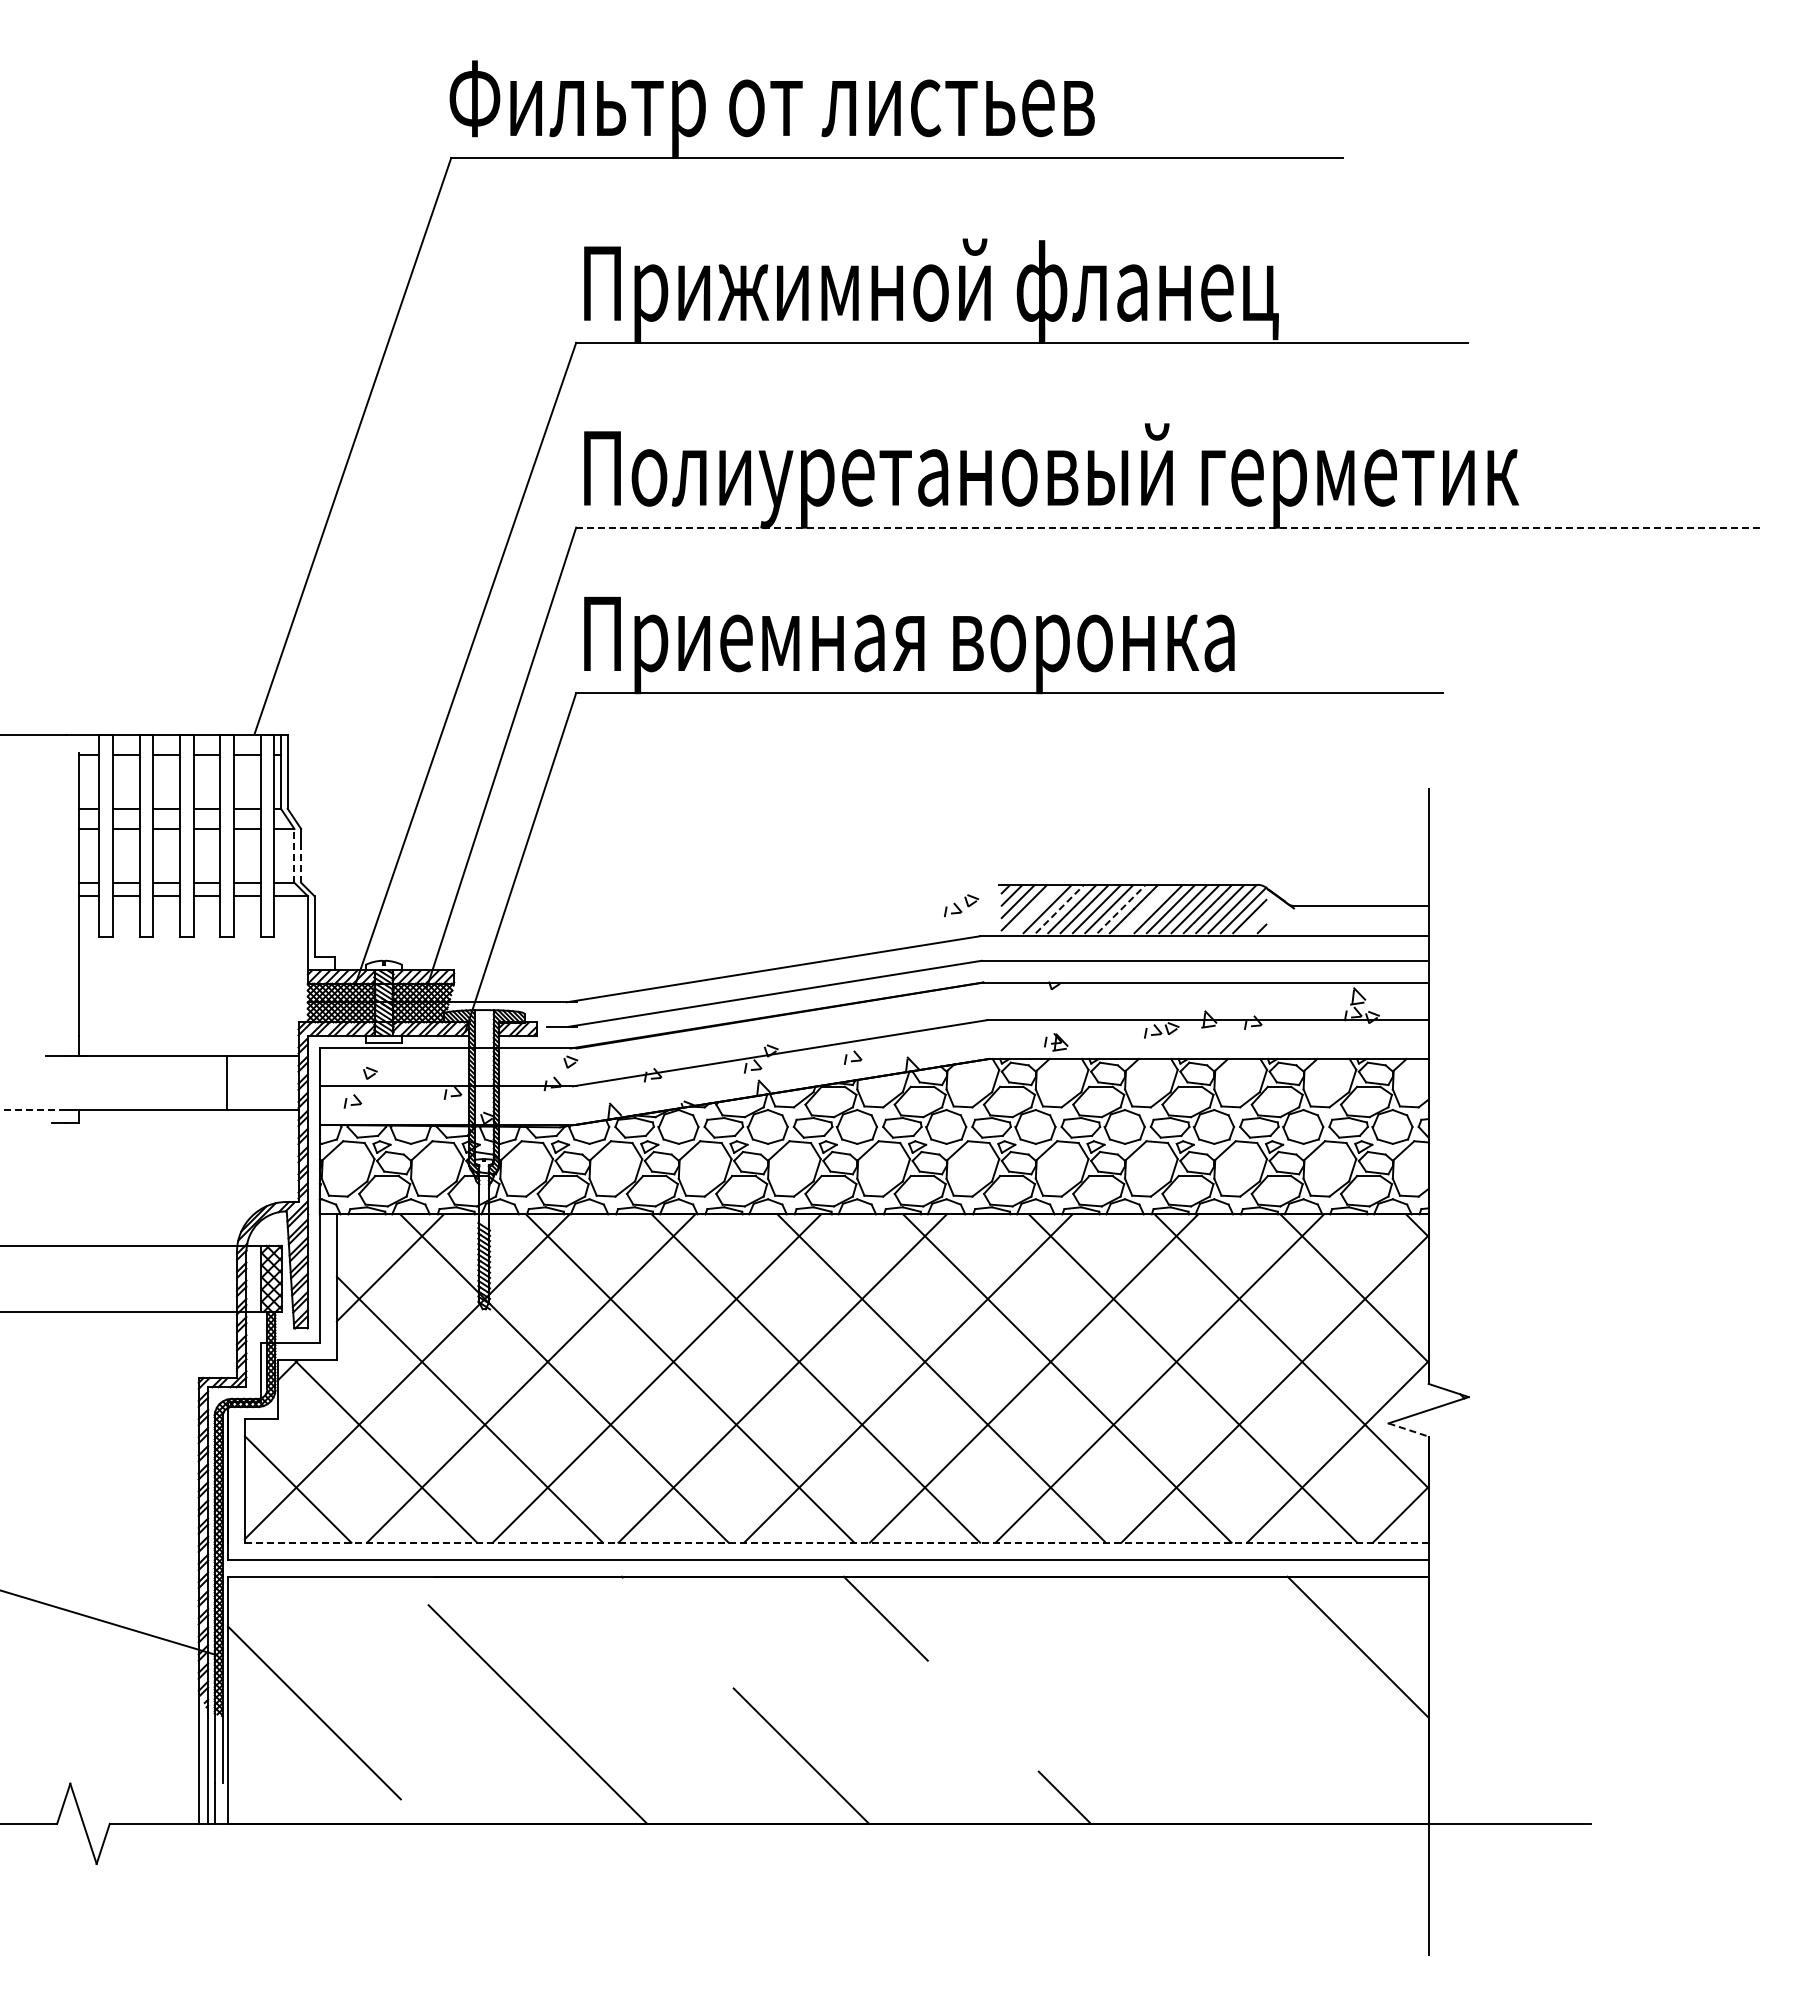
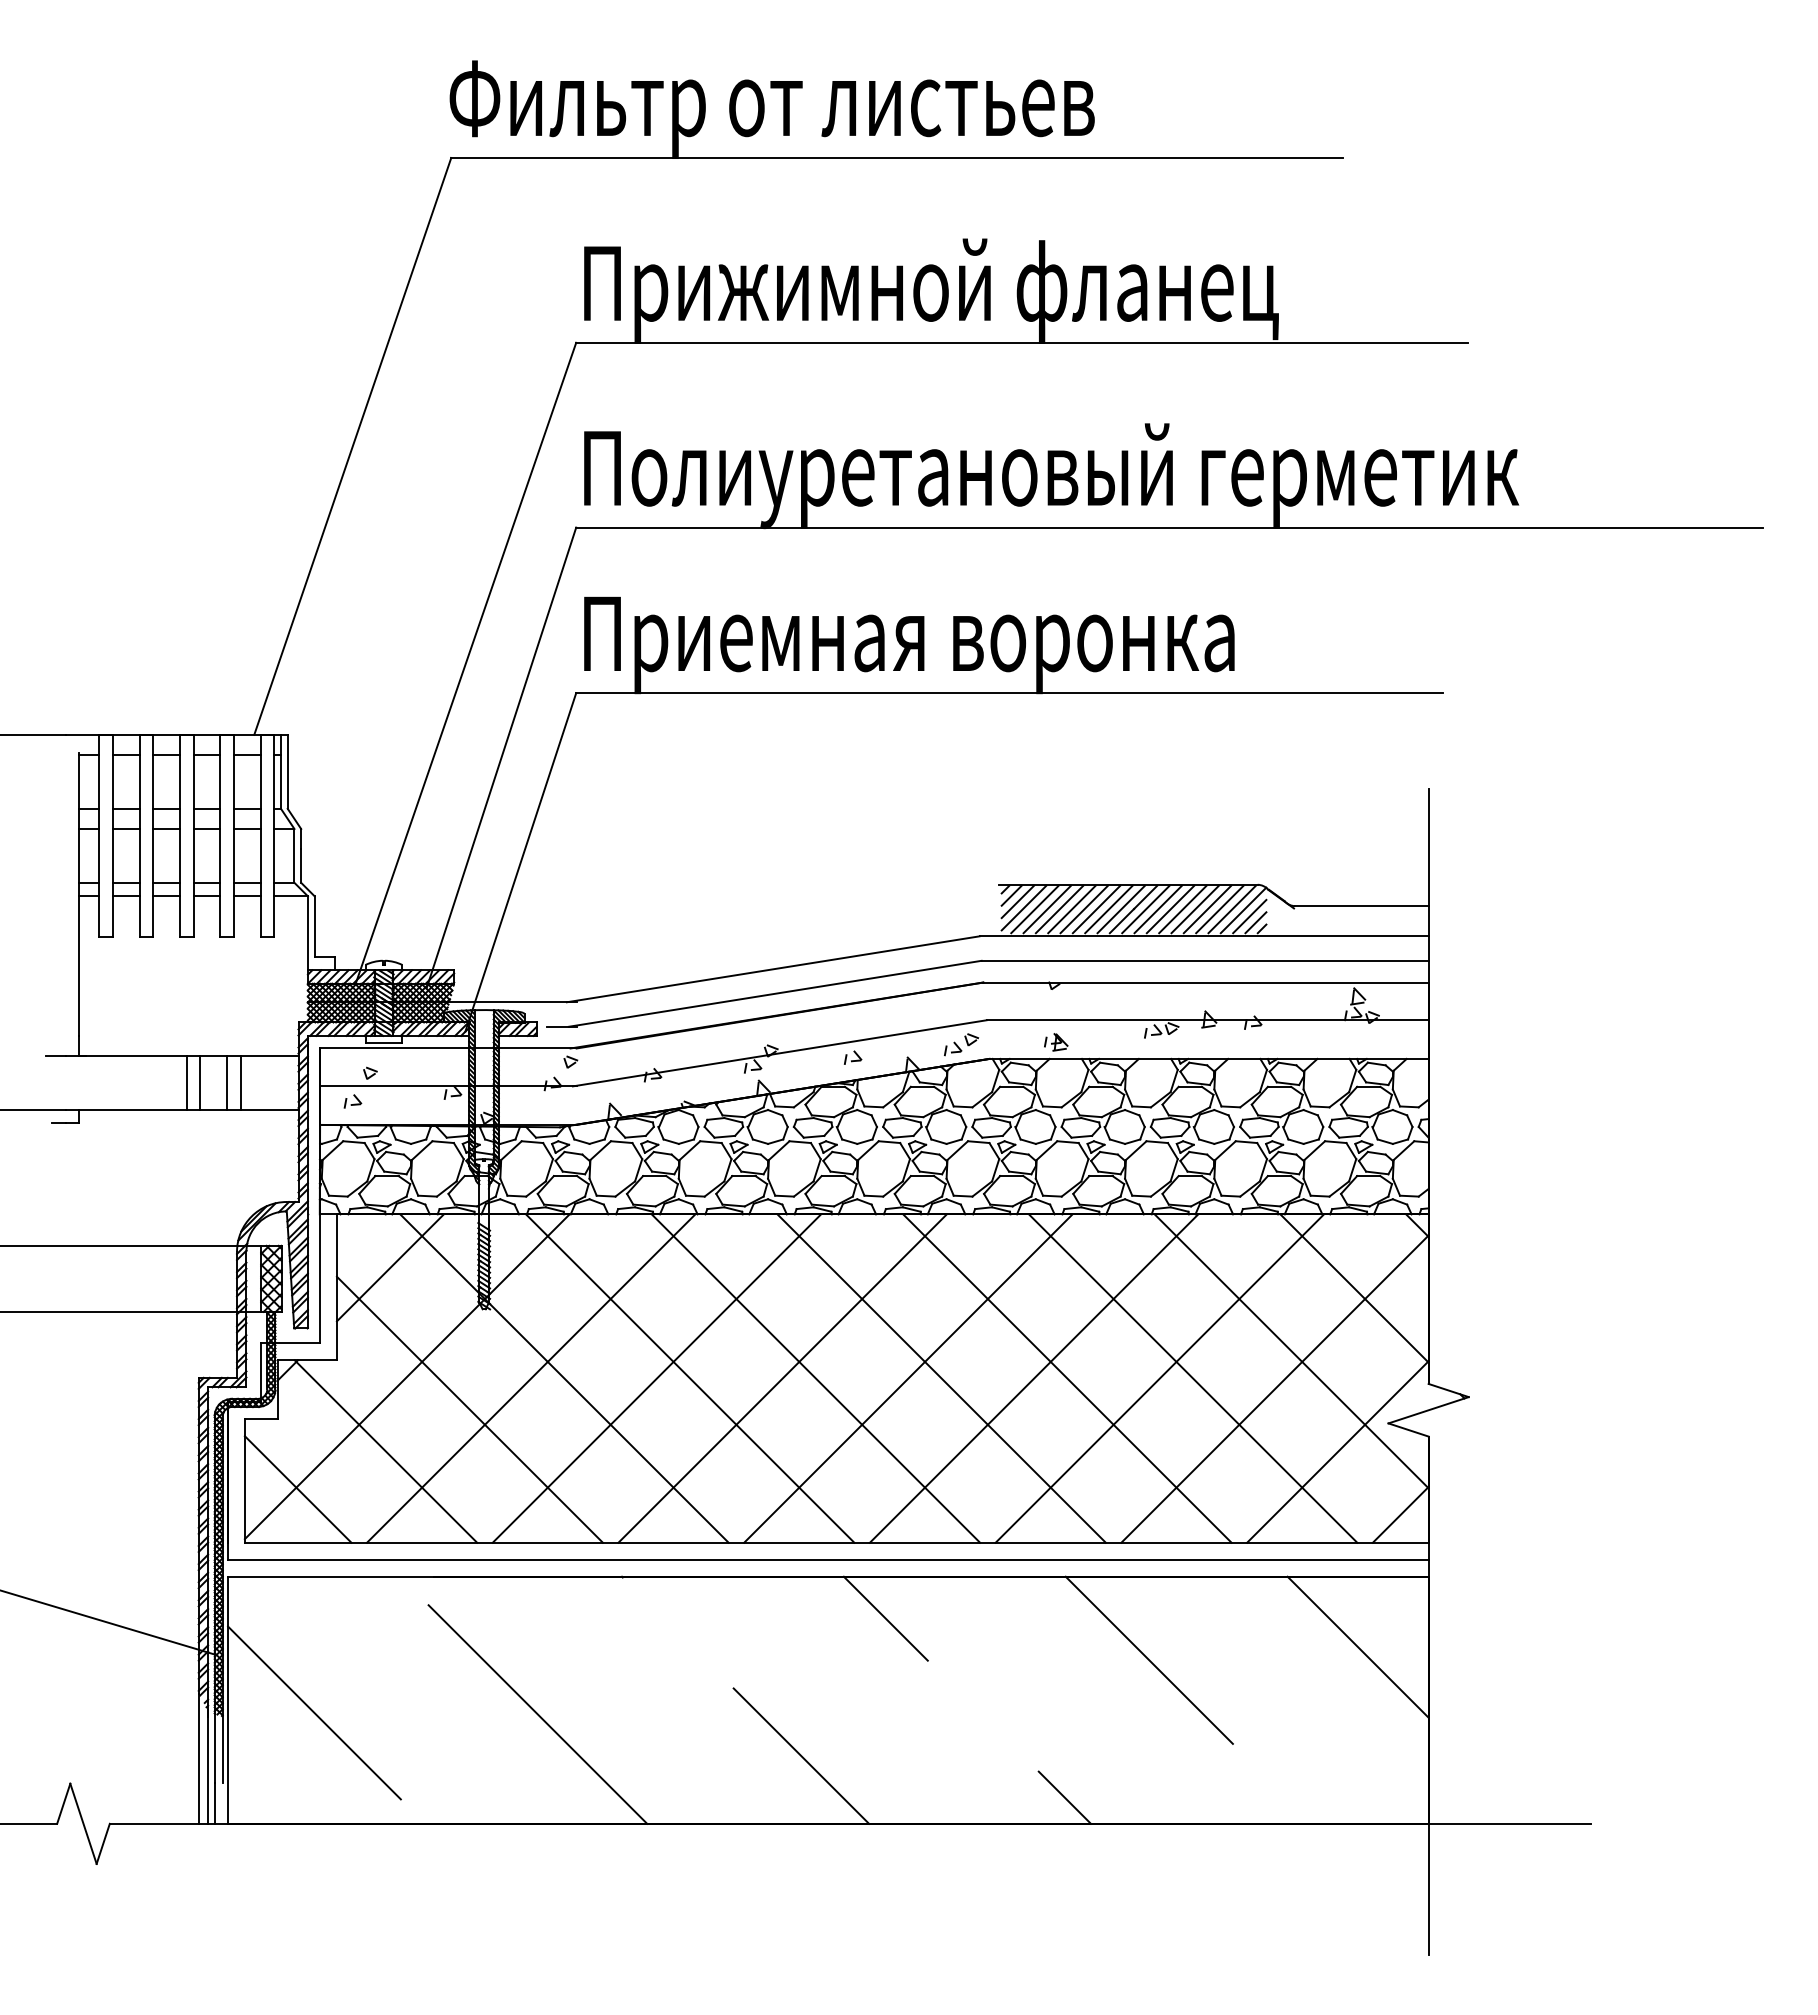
line at (1169, 527): dashed -> solid
line at (294, 855): dashed -> solid
line at (301, 866): dashed -> solid
part at (961, 905) position: (961, 905) -> (961, 1044)
line at (1034, 909): none -> present
line at (1059, 909): dashed -> solid
line at (1121, 909): dashed -> solid
line at (1145, 909): none -> present
line at (1255, 922): none -> present
line at (186, 1082): none -> present
line at (200, 1082): none -> present
line at (240, 1082): none -> present
line at (32, 1109): dashed -> solid
line at (1409, 1430): dashed -> solid
line at (836, 1542): dashed -> solid
line at (1148, 1659): none -> present
